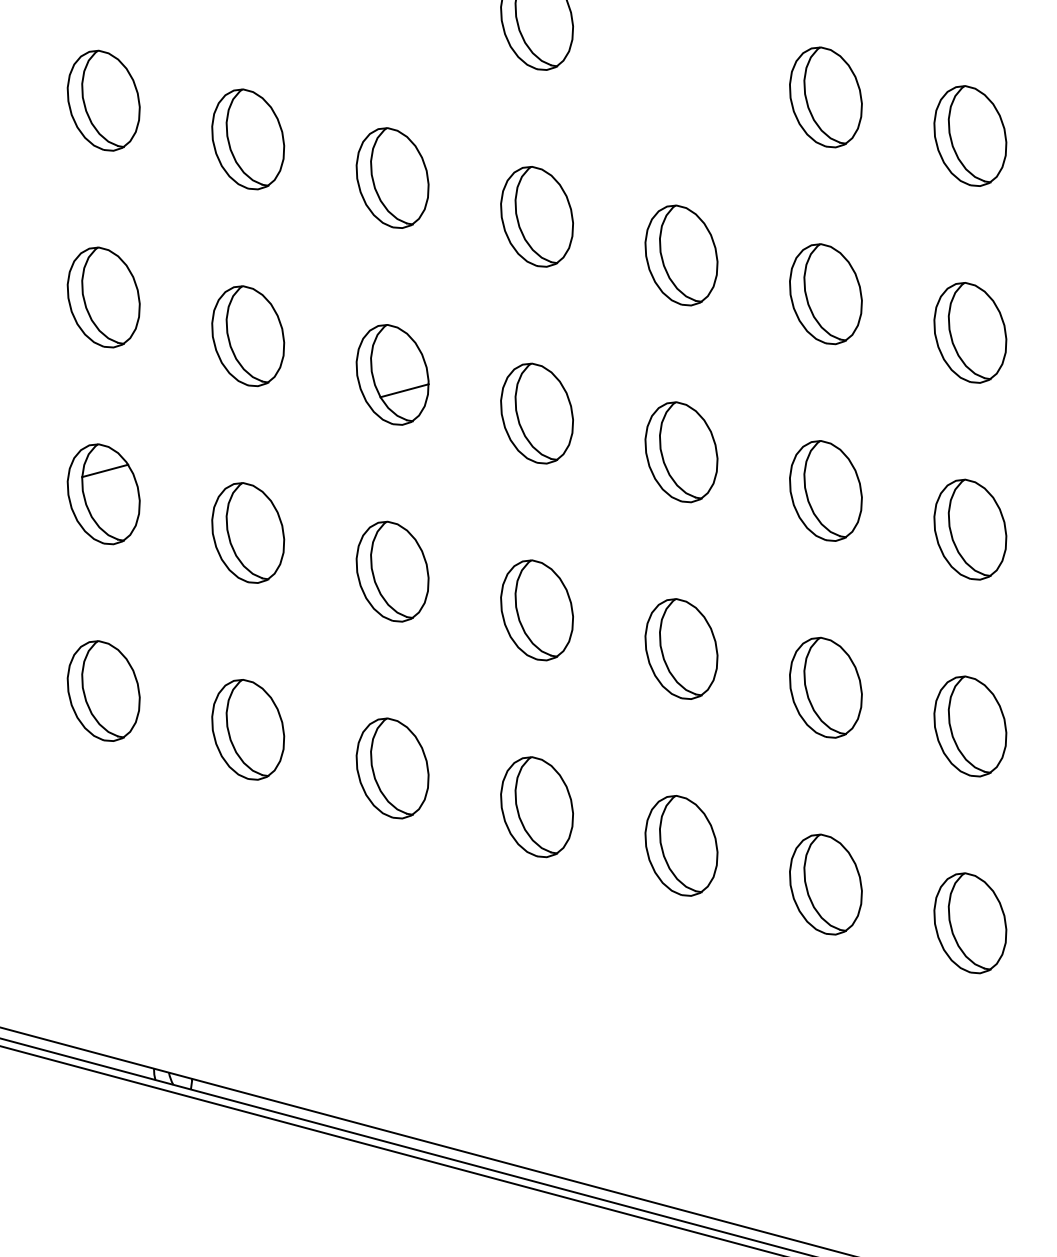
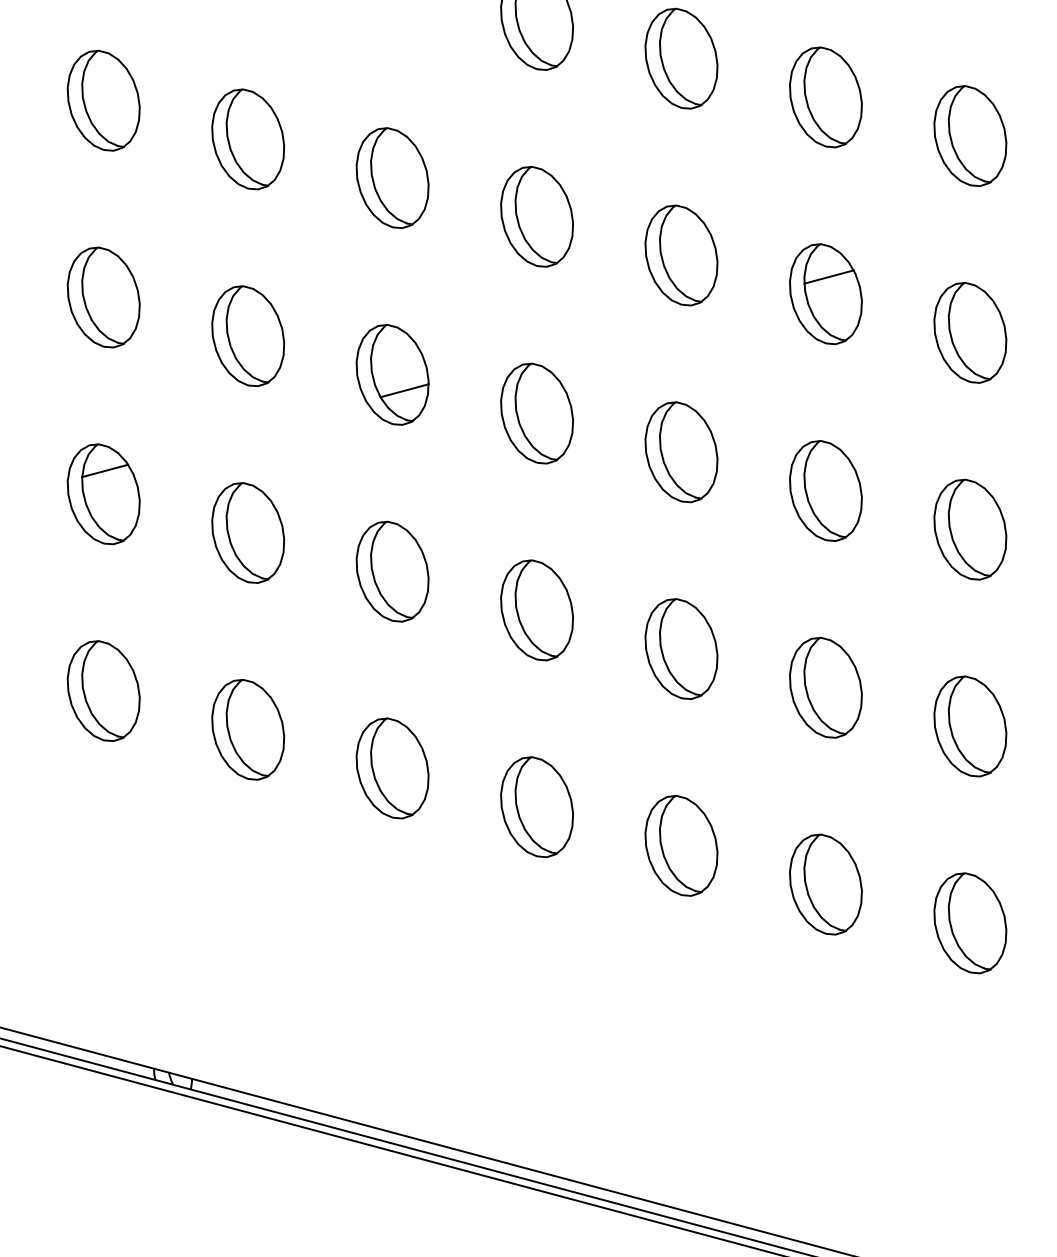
part at (681, 58): none -> present
line at (828, 276): none -> present
